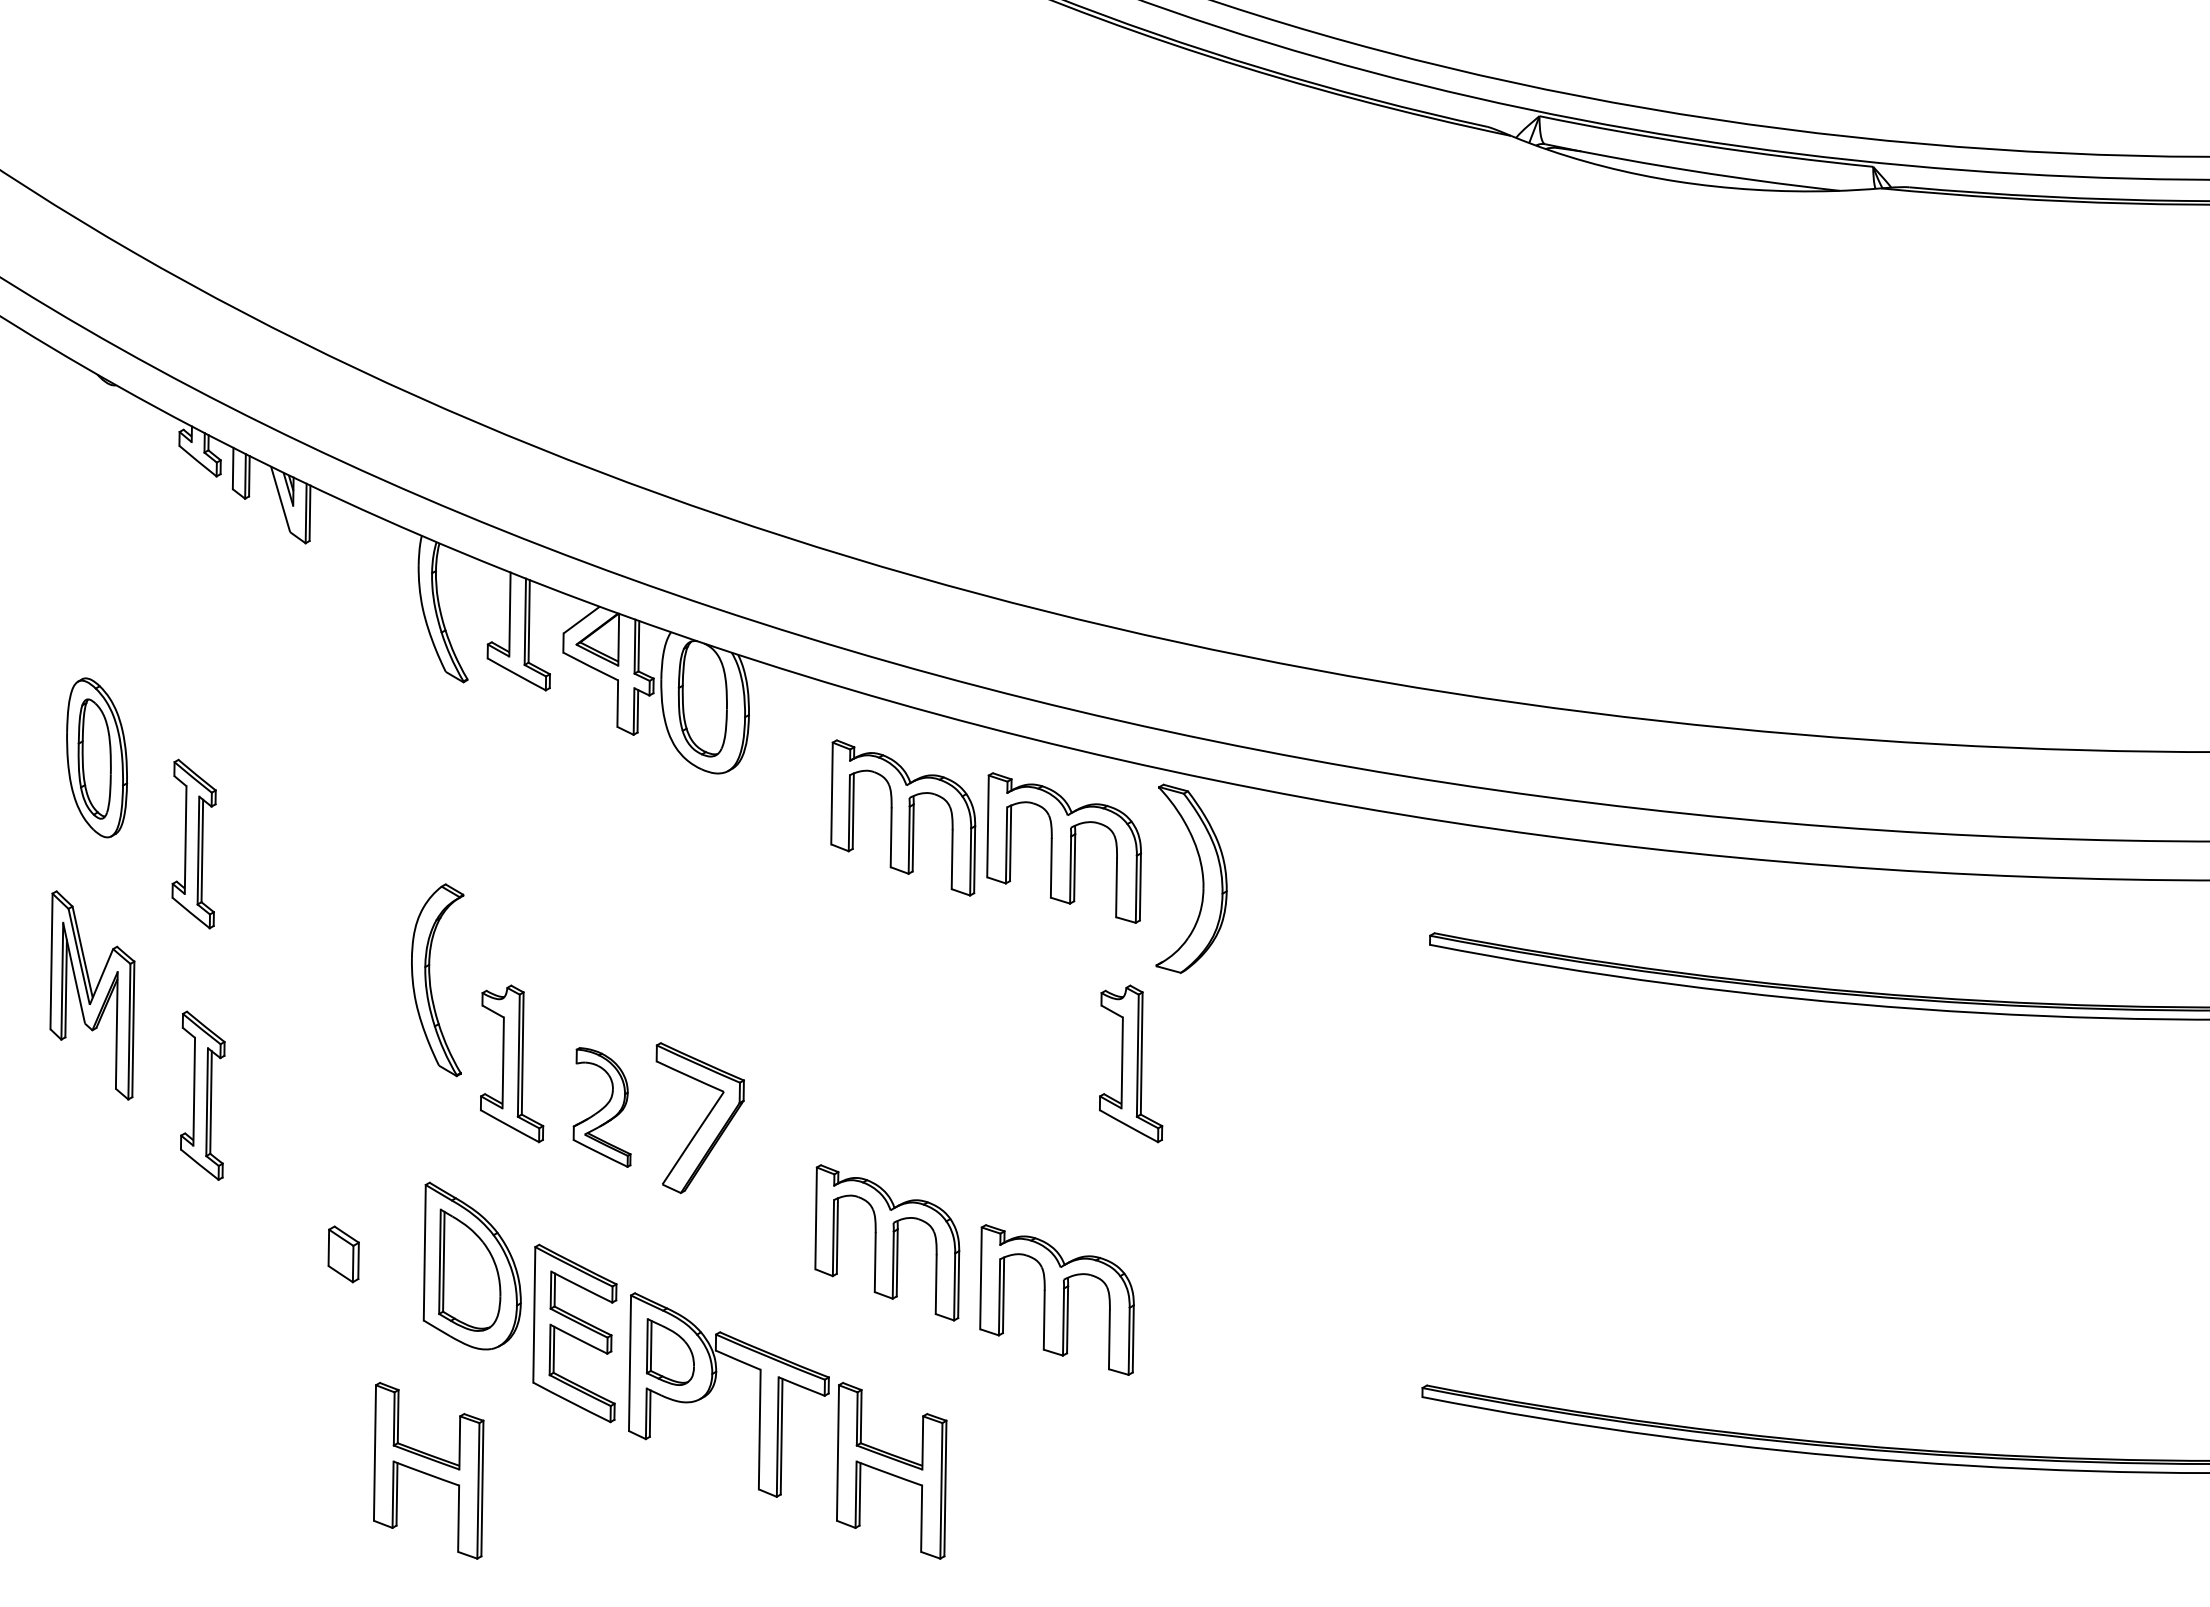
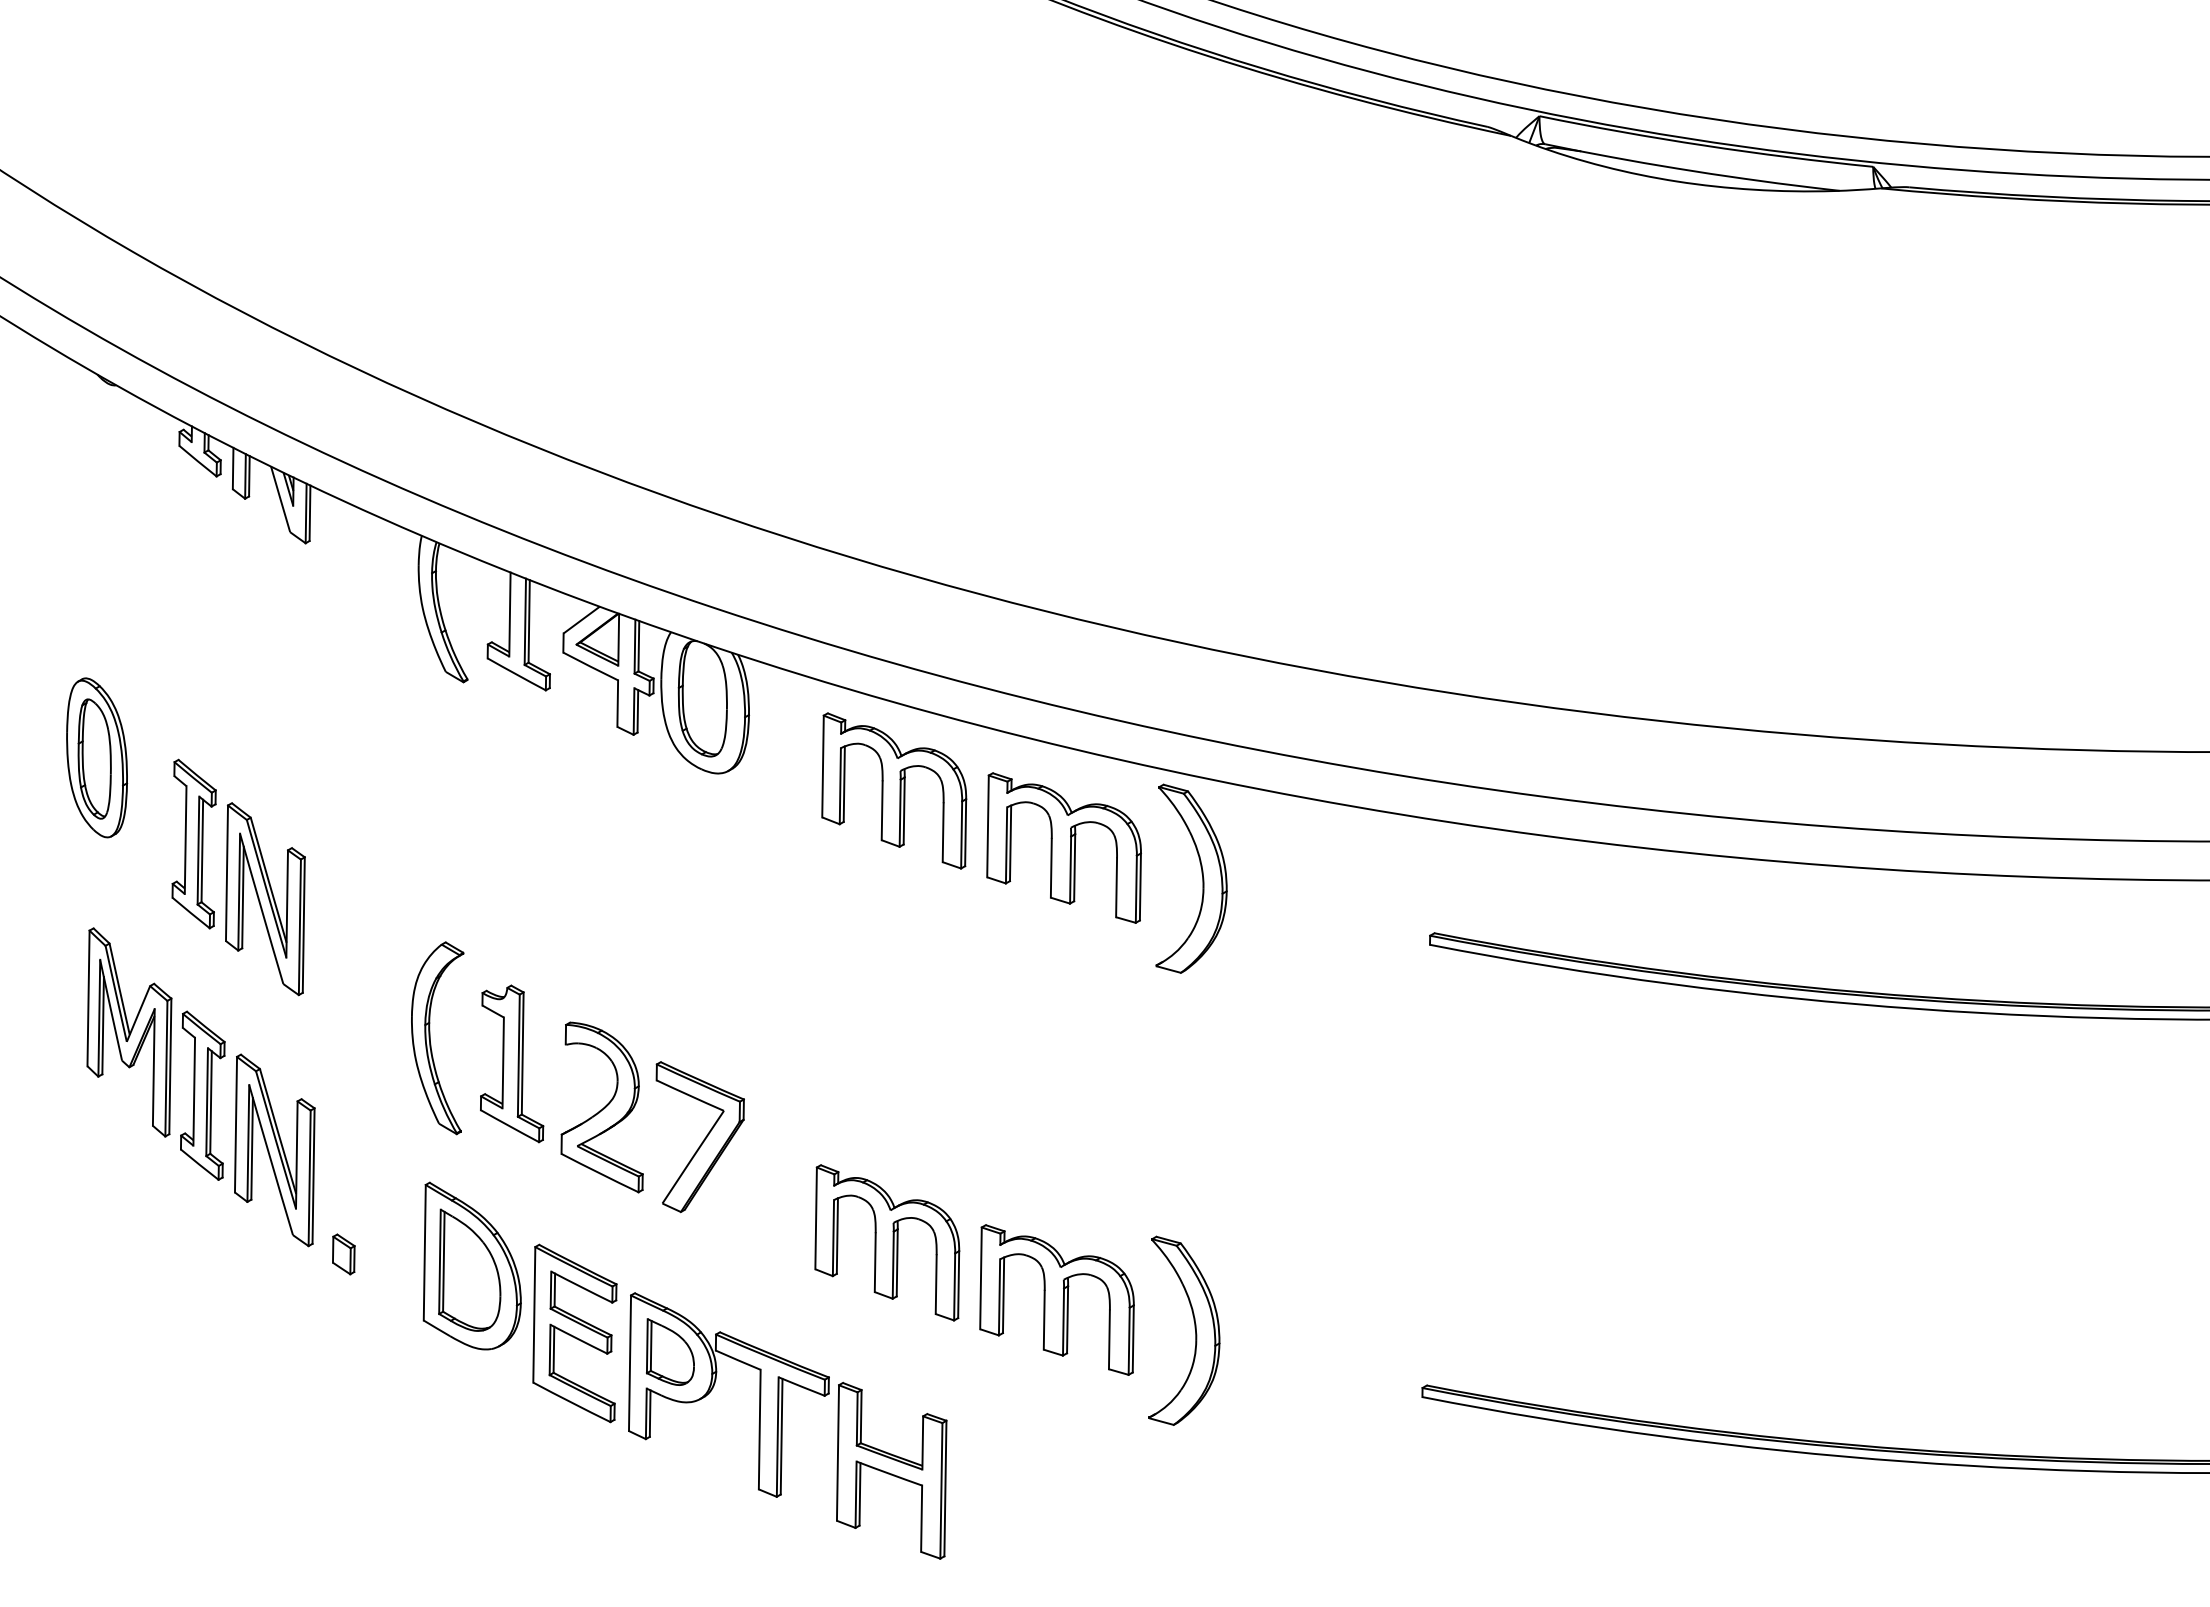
part at (903, 817) position: (903, 817) -> (894, 790)
part at (265, 899): none -> present
part at (430, 980) position: (430, 980) -> (430, 1038)
part at (92, 995) position: (92, 995) -> (129, 1032)
part at (1131, 1063): present -> none
part at (601, 1107) size: 60x121 px -> 84x173 px
part at (699, 1118) position: (699, 1118) -> (699, 1137)
part at (274, 1150): none -> present
part at (343, 1254) size: 33x59 px -> 24x43 px
part at (1194, 1328): none -> present
part at (428, 1470): present -> none
